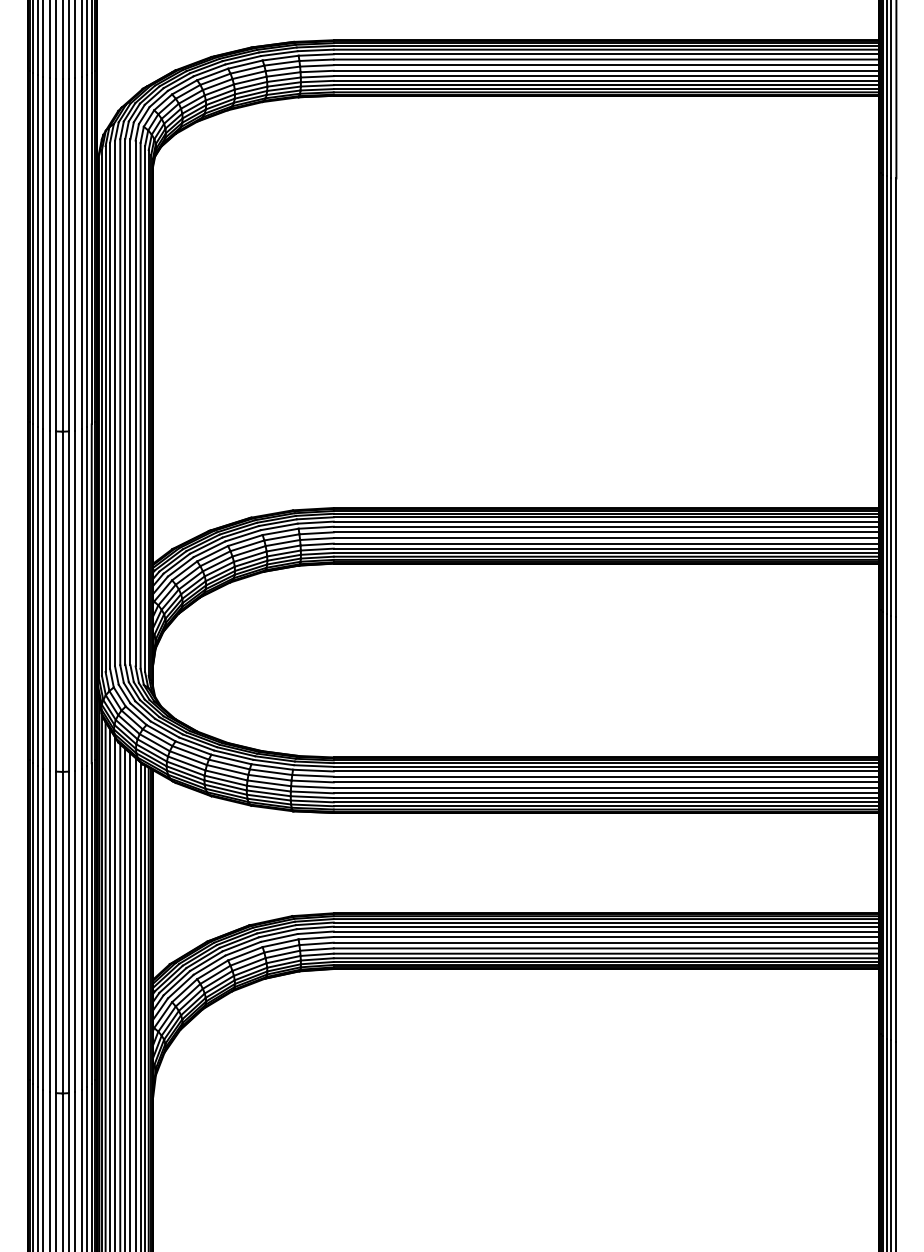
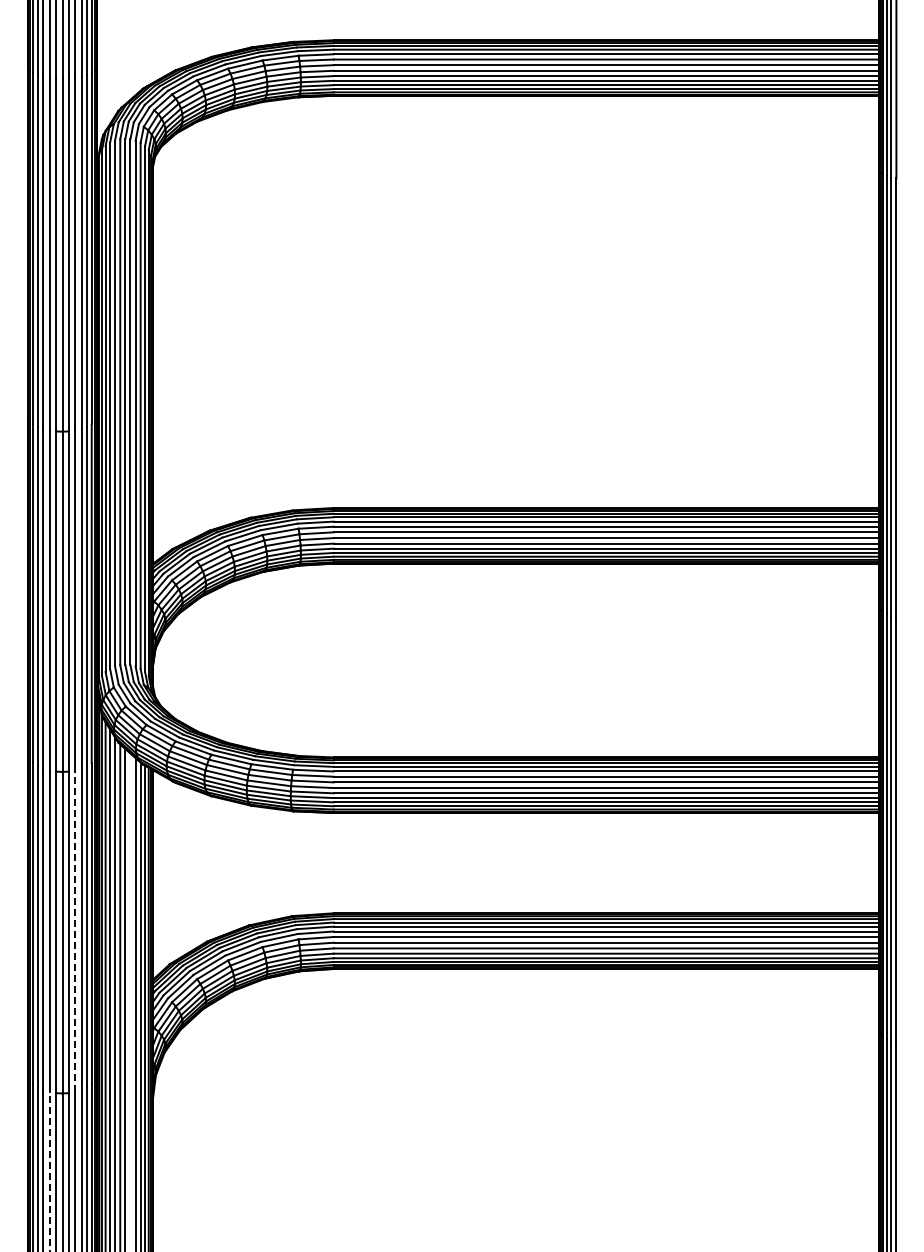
line at (75, 931): solid -> dashed
line at (130, 1000): present -> none
line at (49, 1171): solid -> dashed
